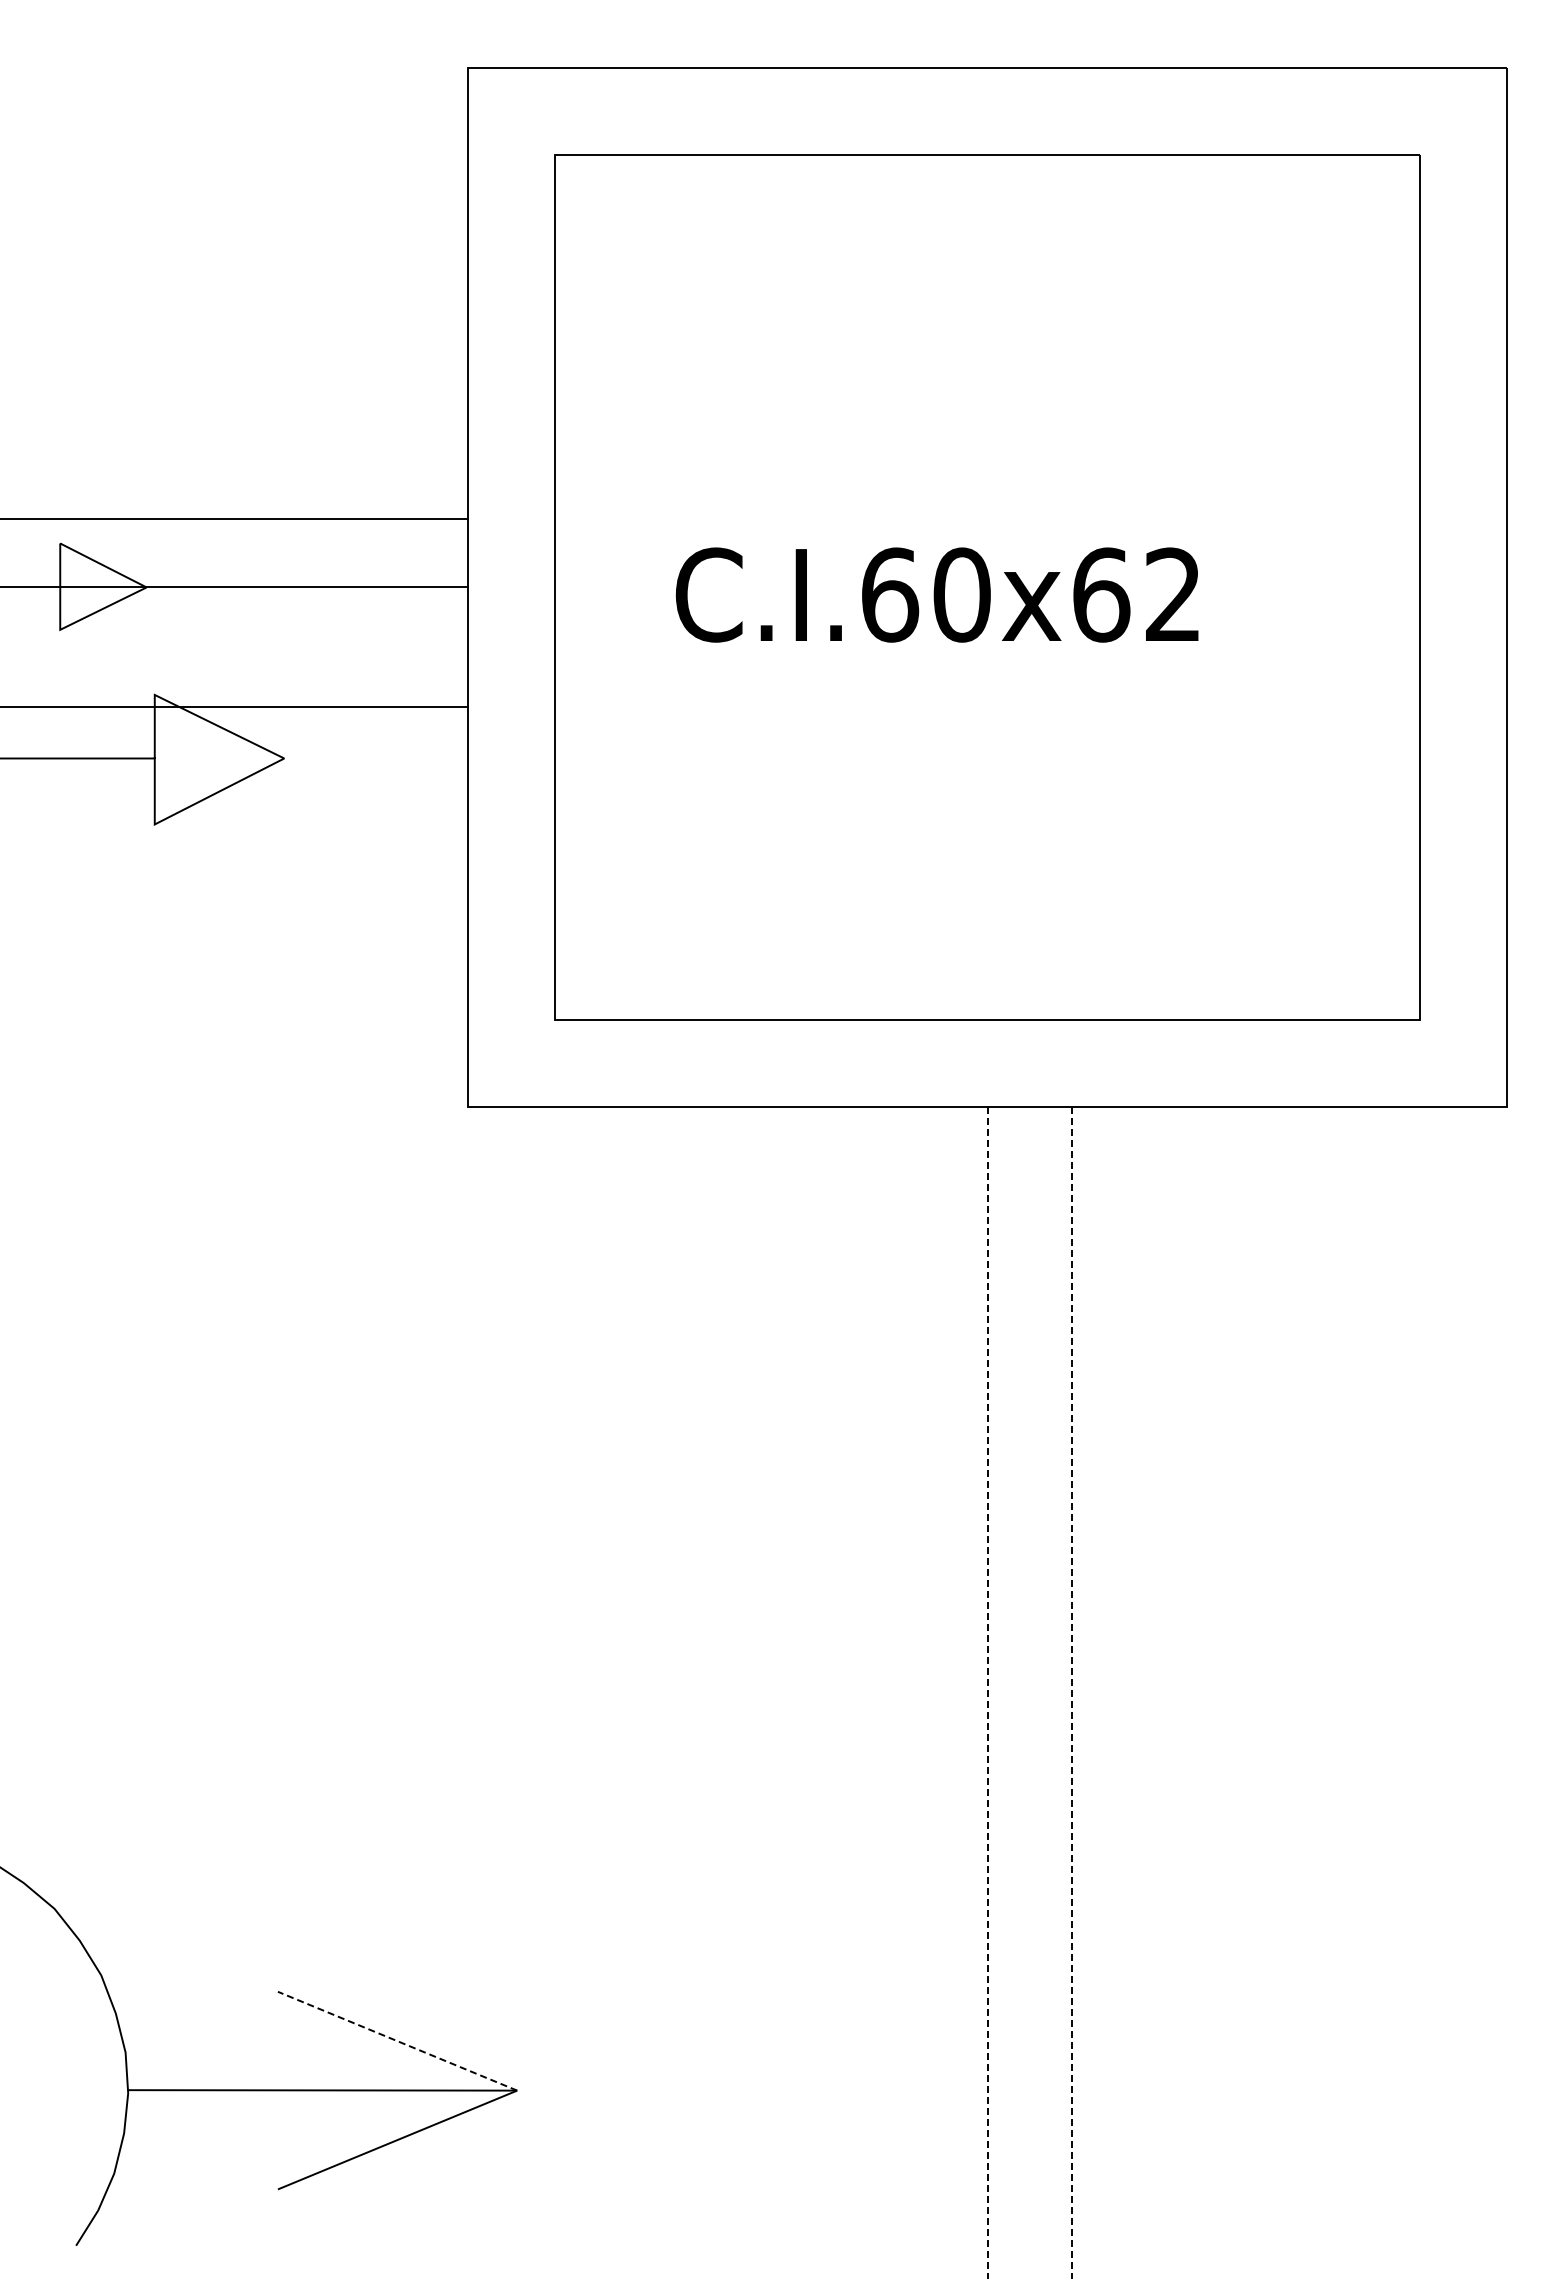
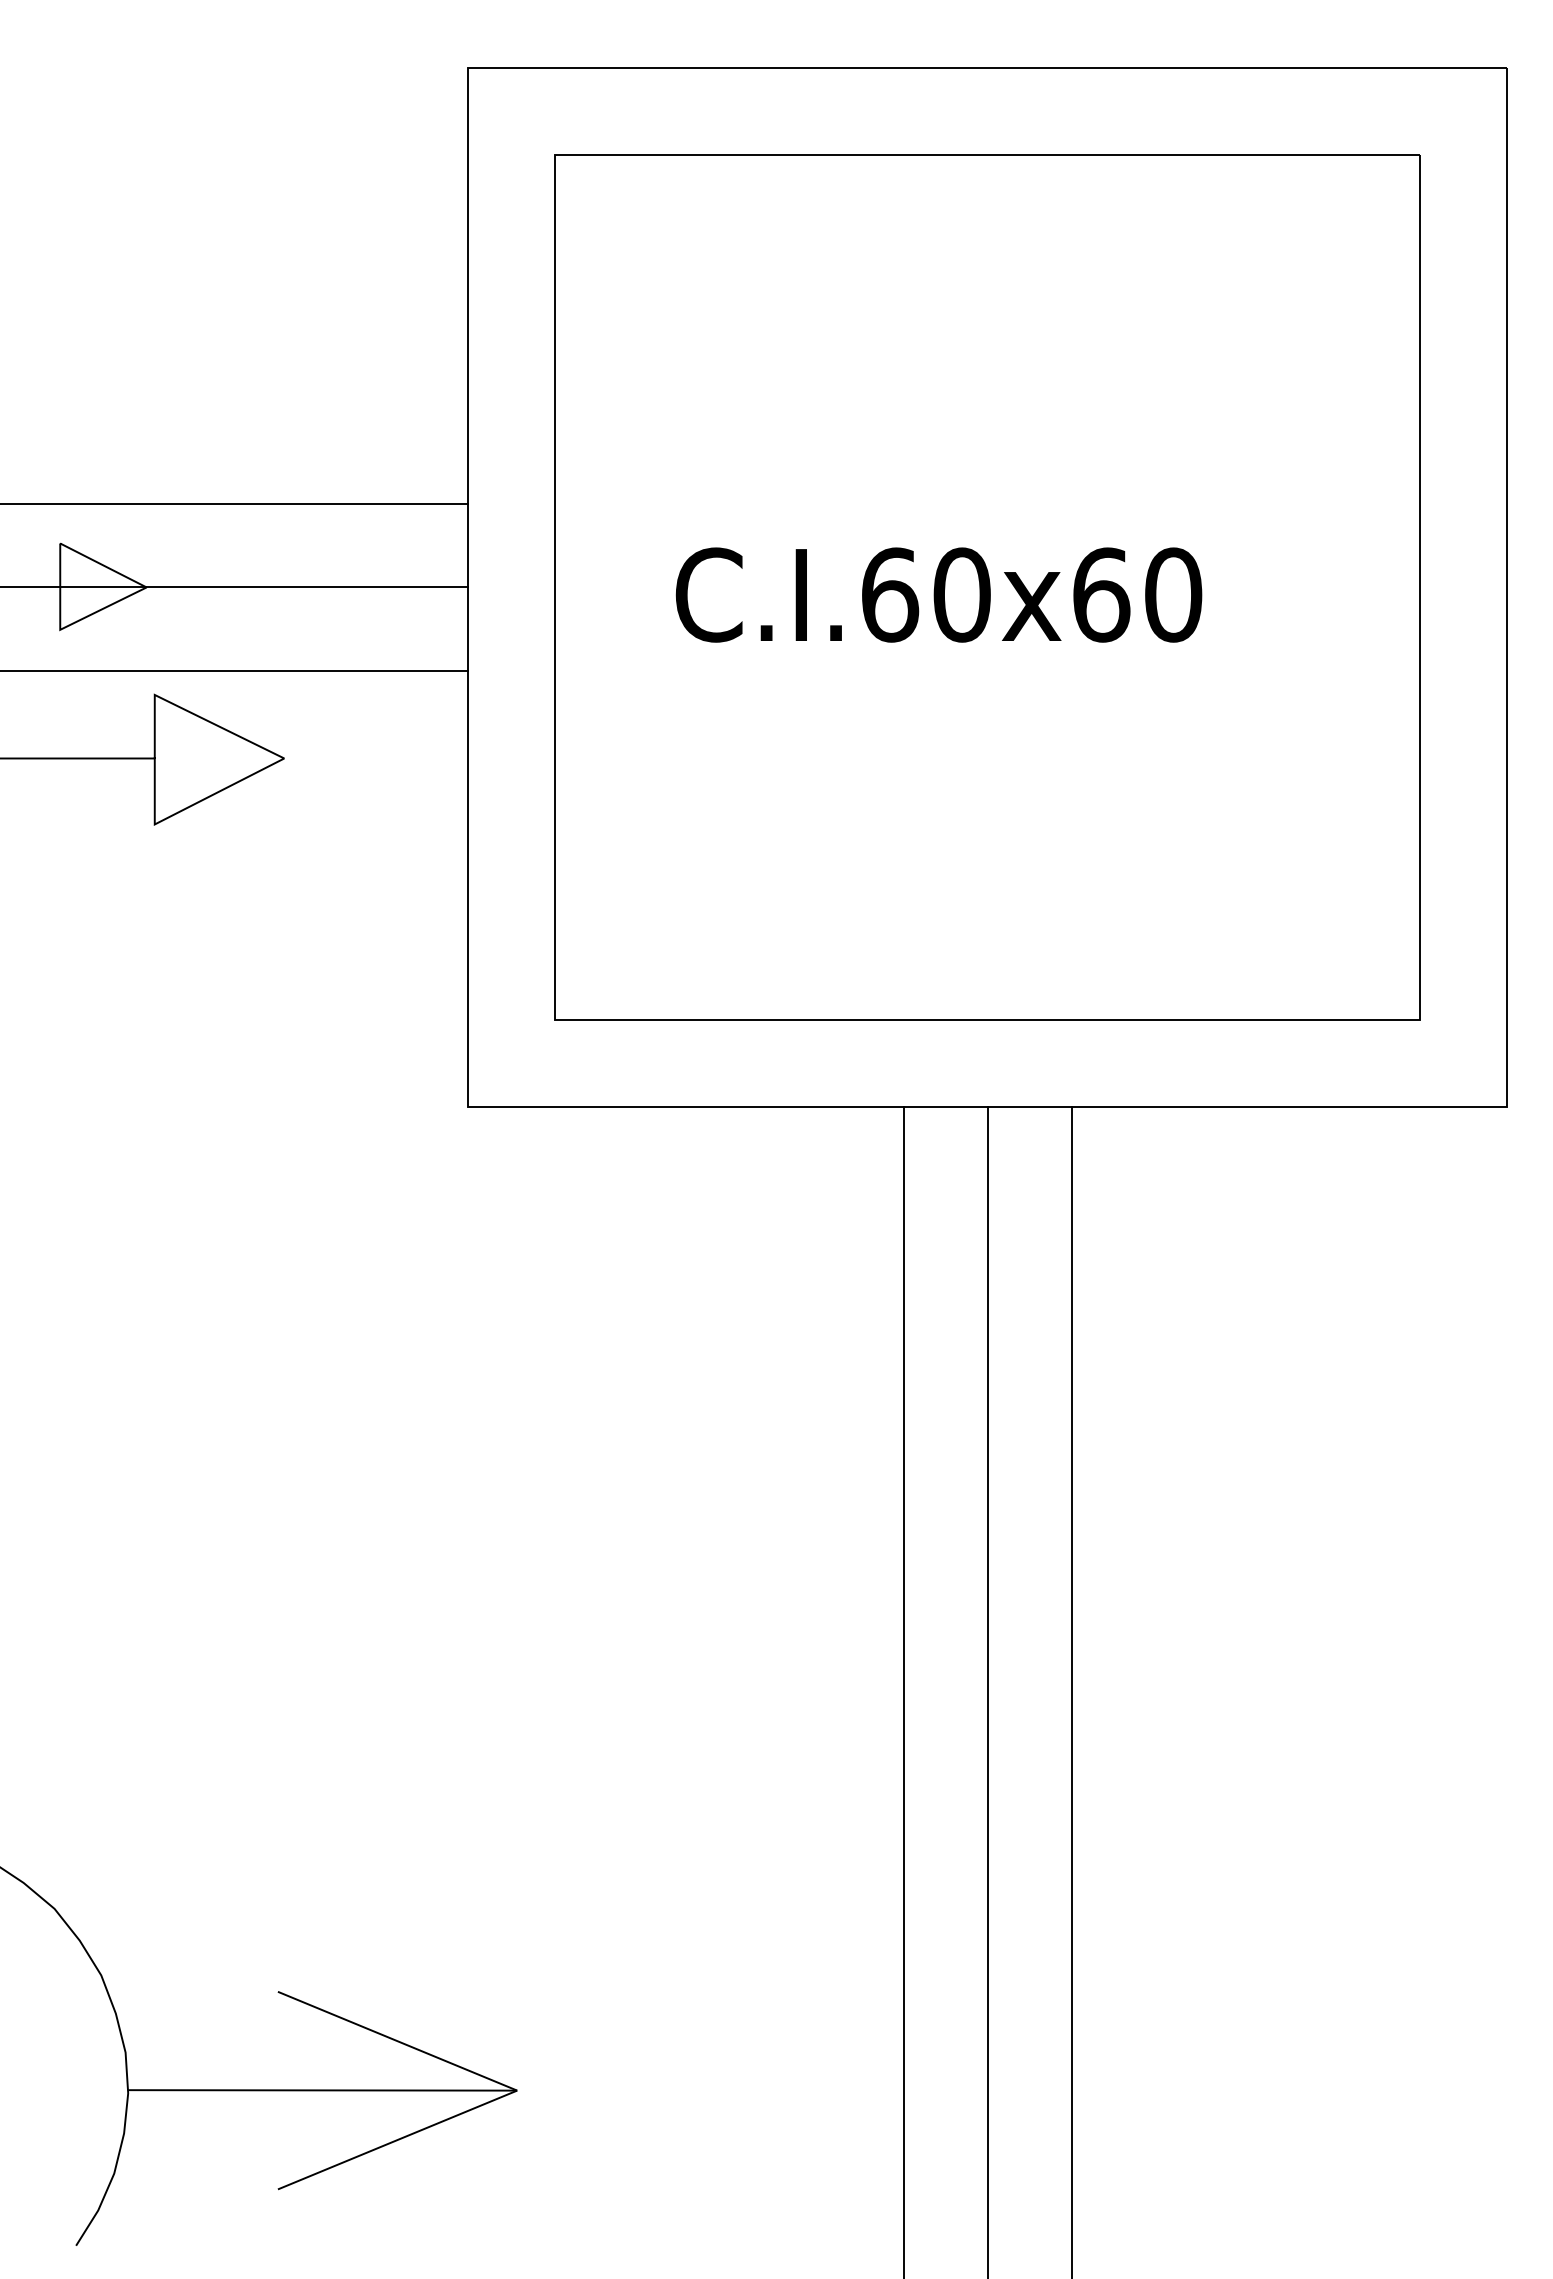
line at (235, 518) position: (235, 518) -> (235, 503)
text at (1173, 594): C.I.60x62 -> C.I.60x60
line at (235, 707) position: (235, 707) -> (235, 671)
line at (903, 1690): none -> present
line at (987, 1692): dashed -> solid
line at (1071, 1692): dashed -> solid
line at (397, 2041): dashed -> solid
